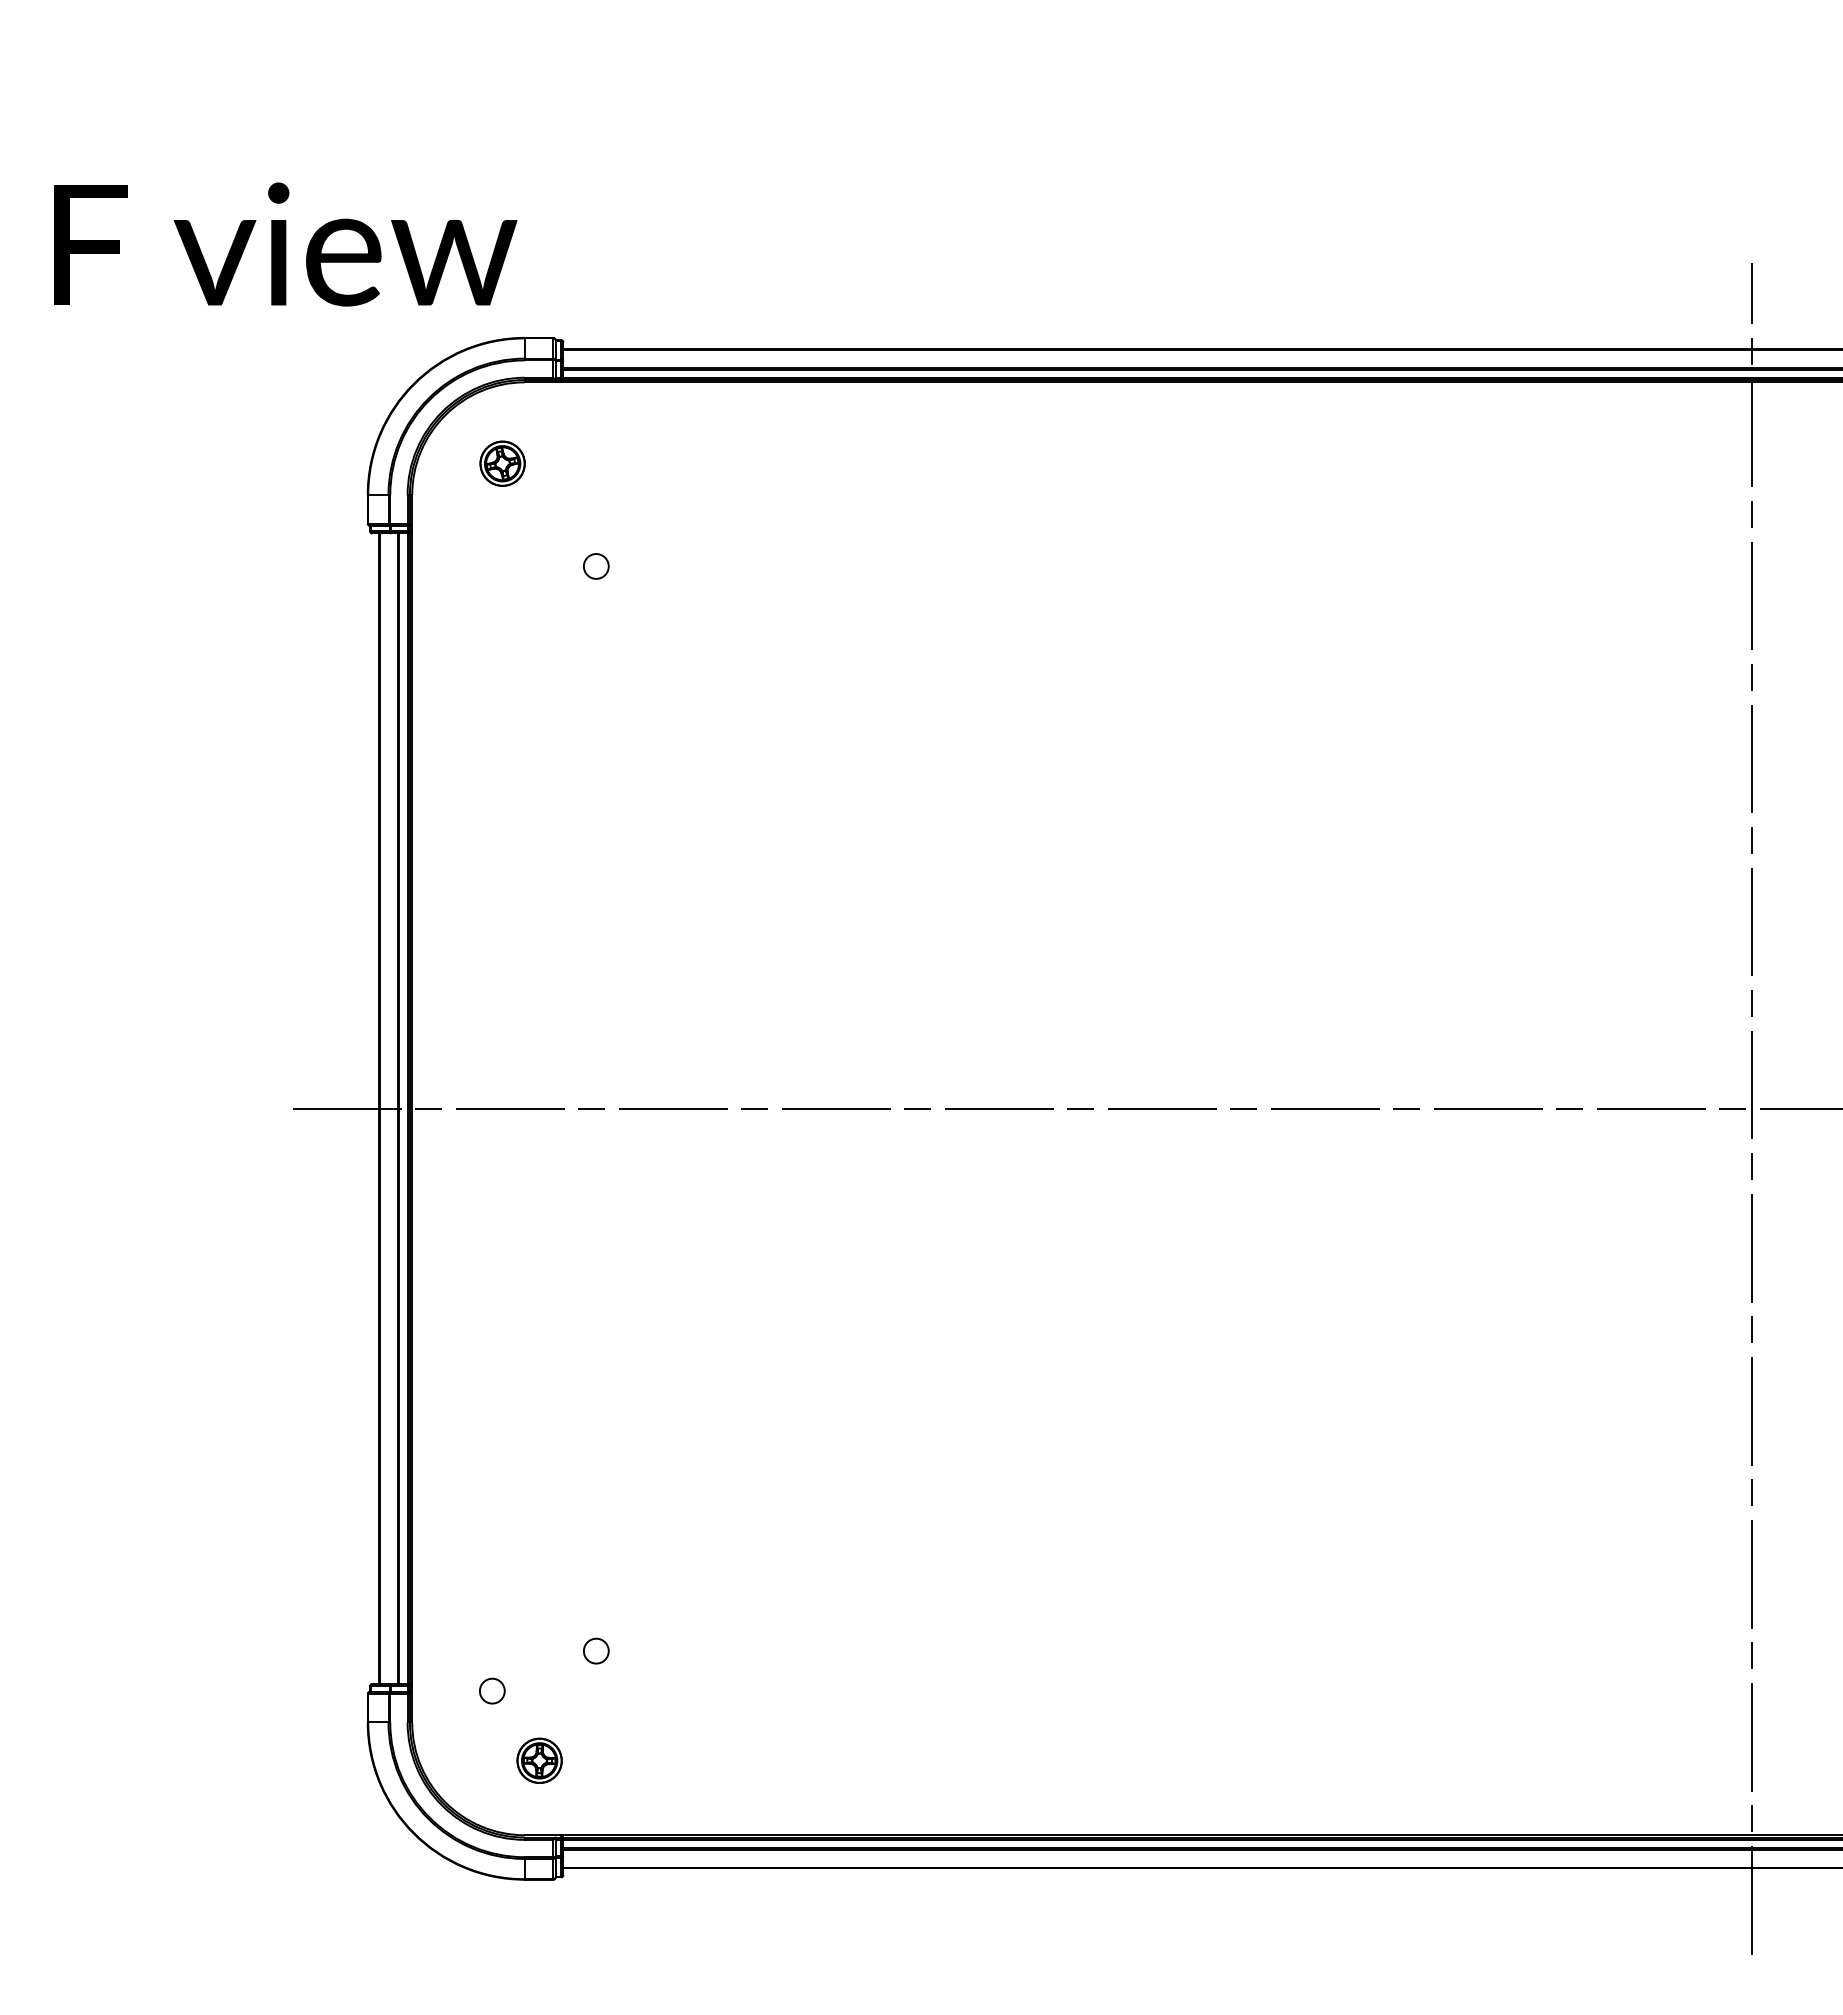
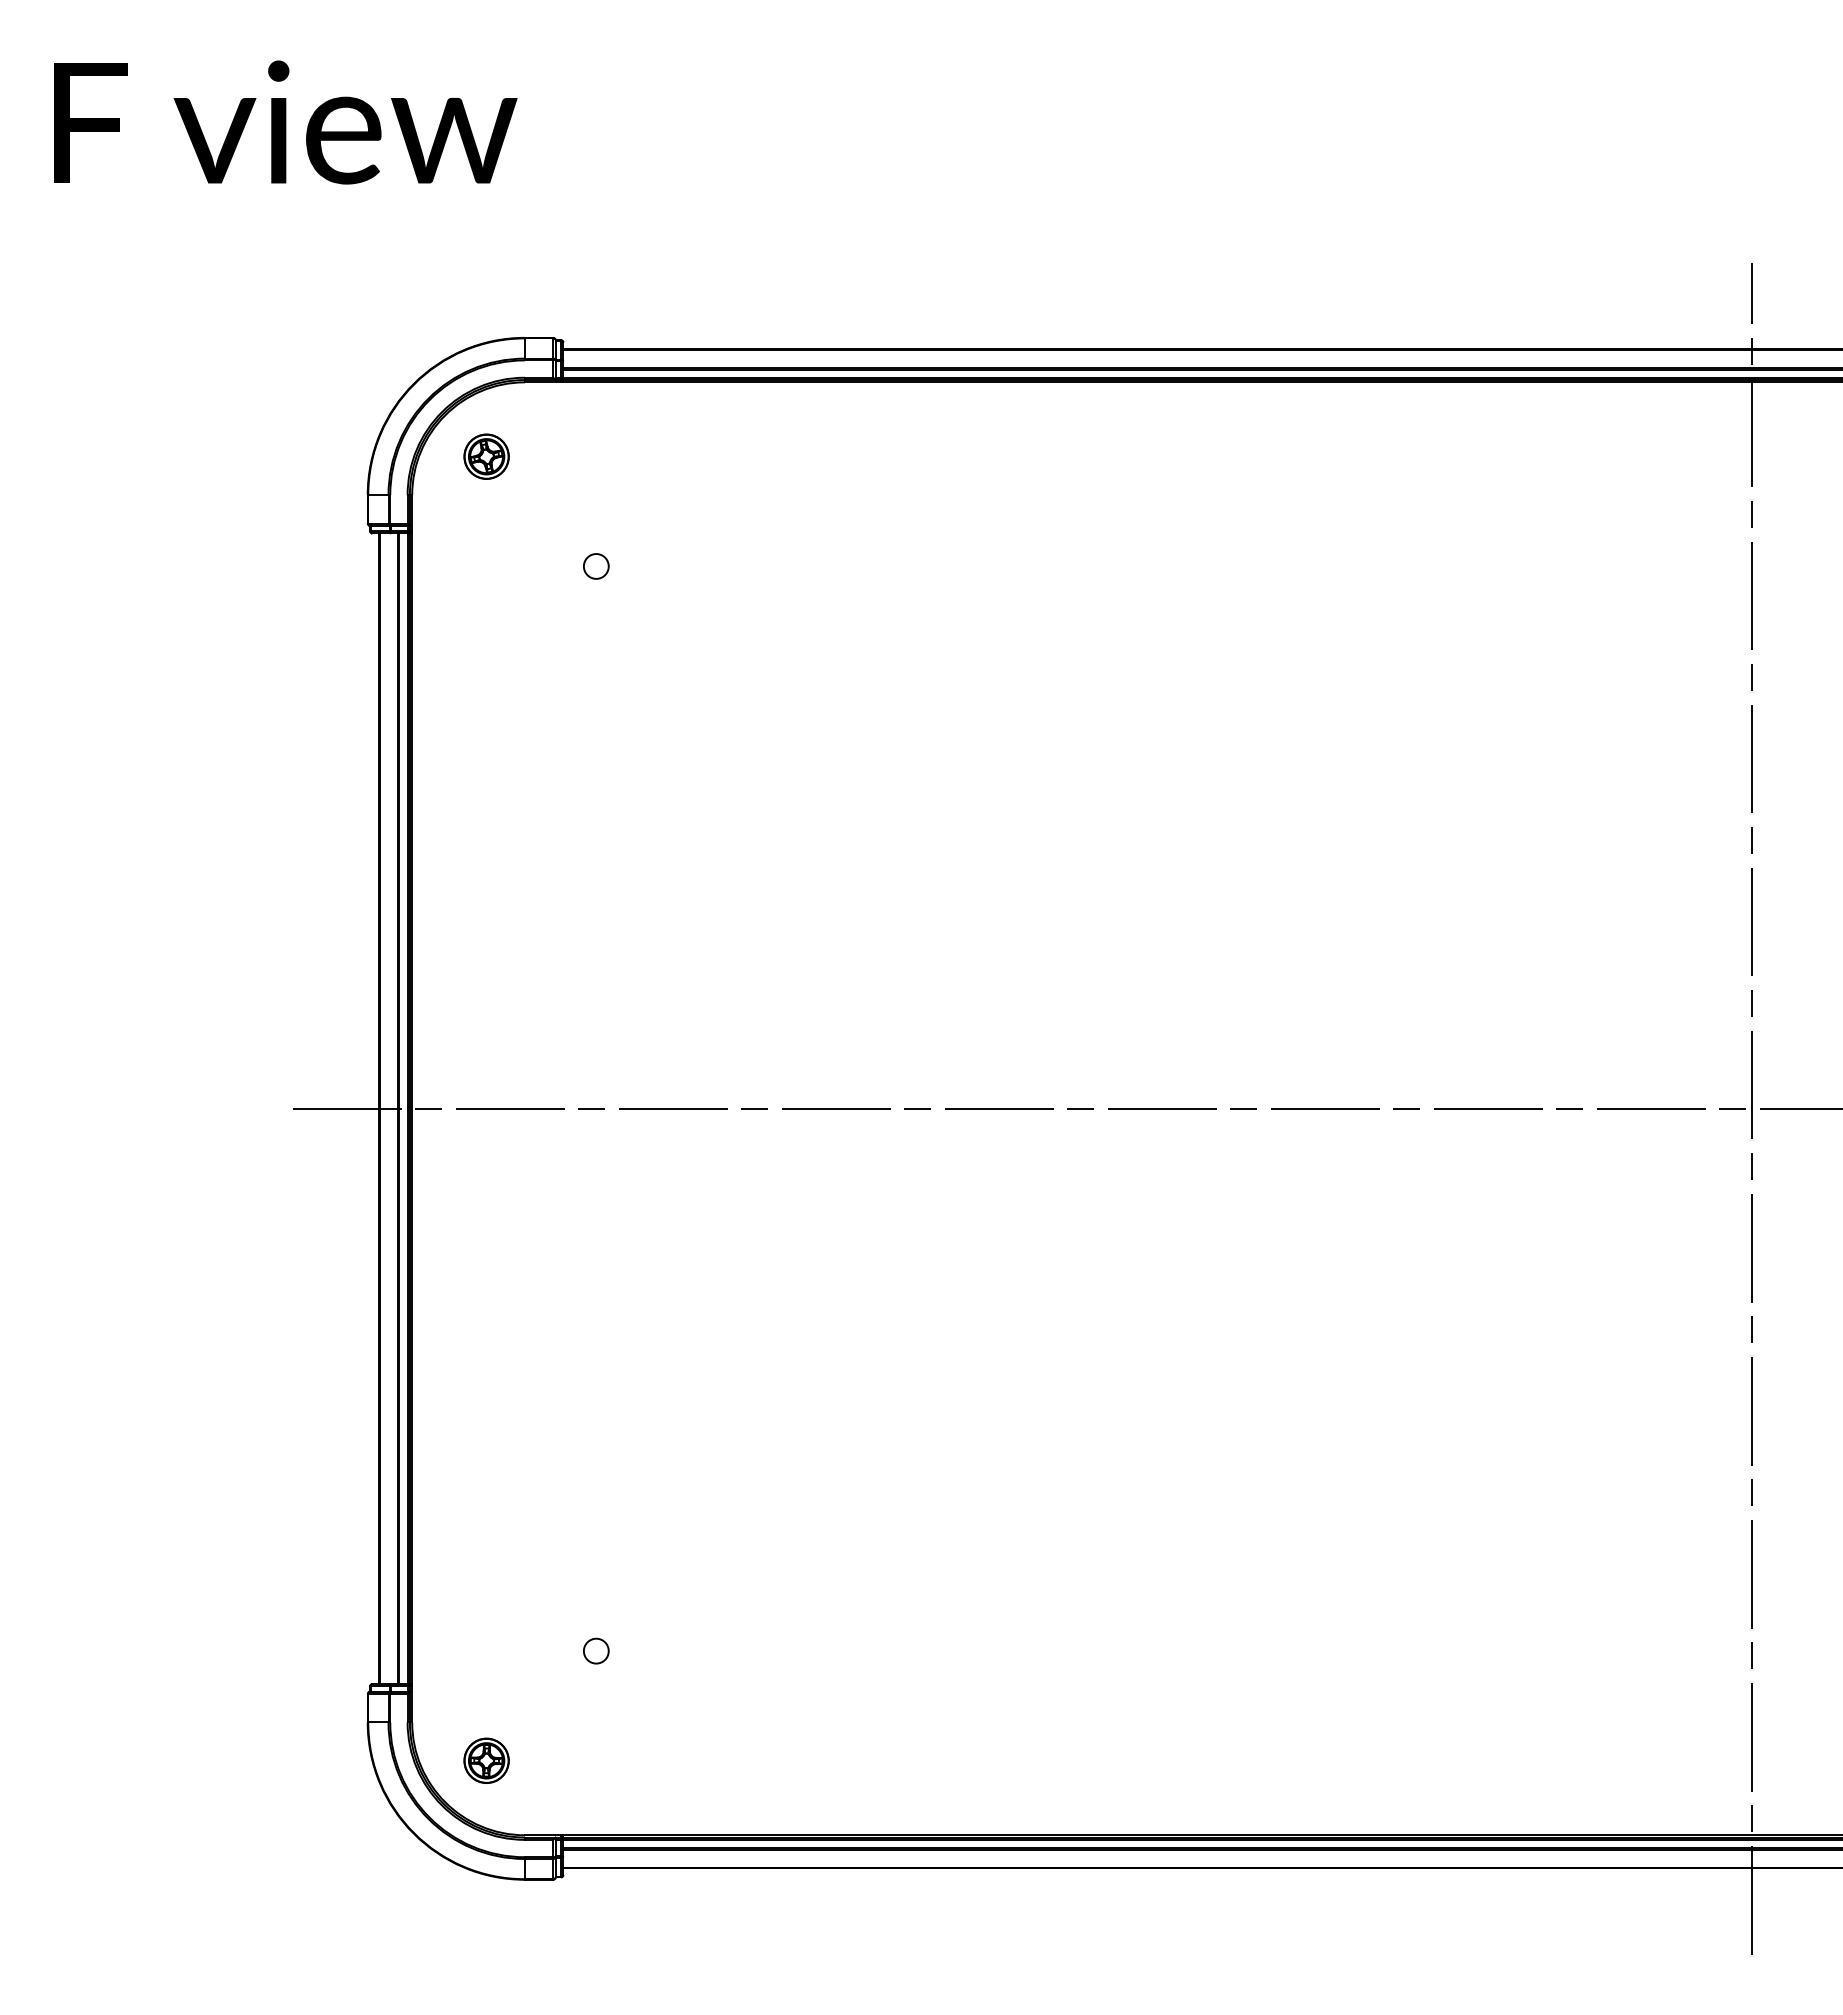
text at (285, 244) position: (285, 244) -> (285, 122)
part at (502, 463) position: (502, 463) -> (486, 456)
circle at (492, 1690): present -> none
part at (539, 1760) position: (539, 1760) -> (486, 1760)
